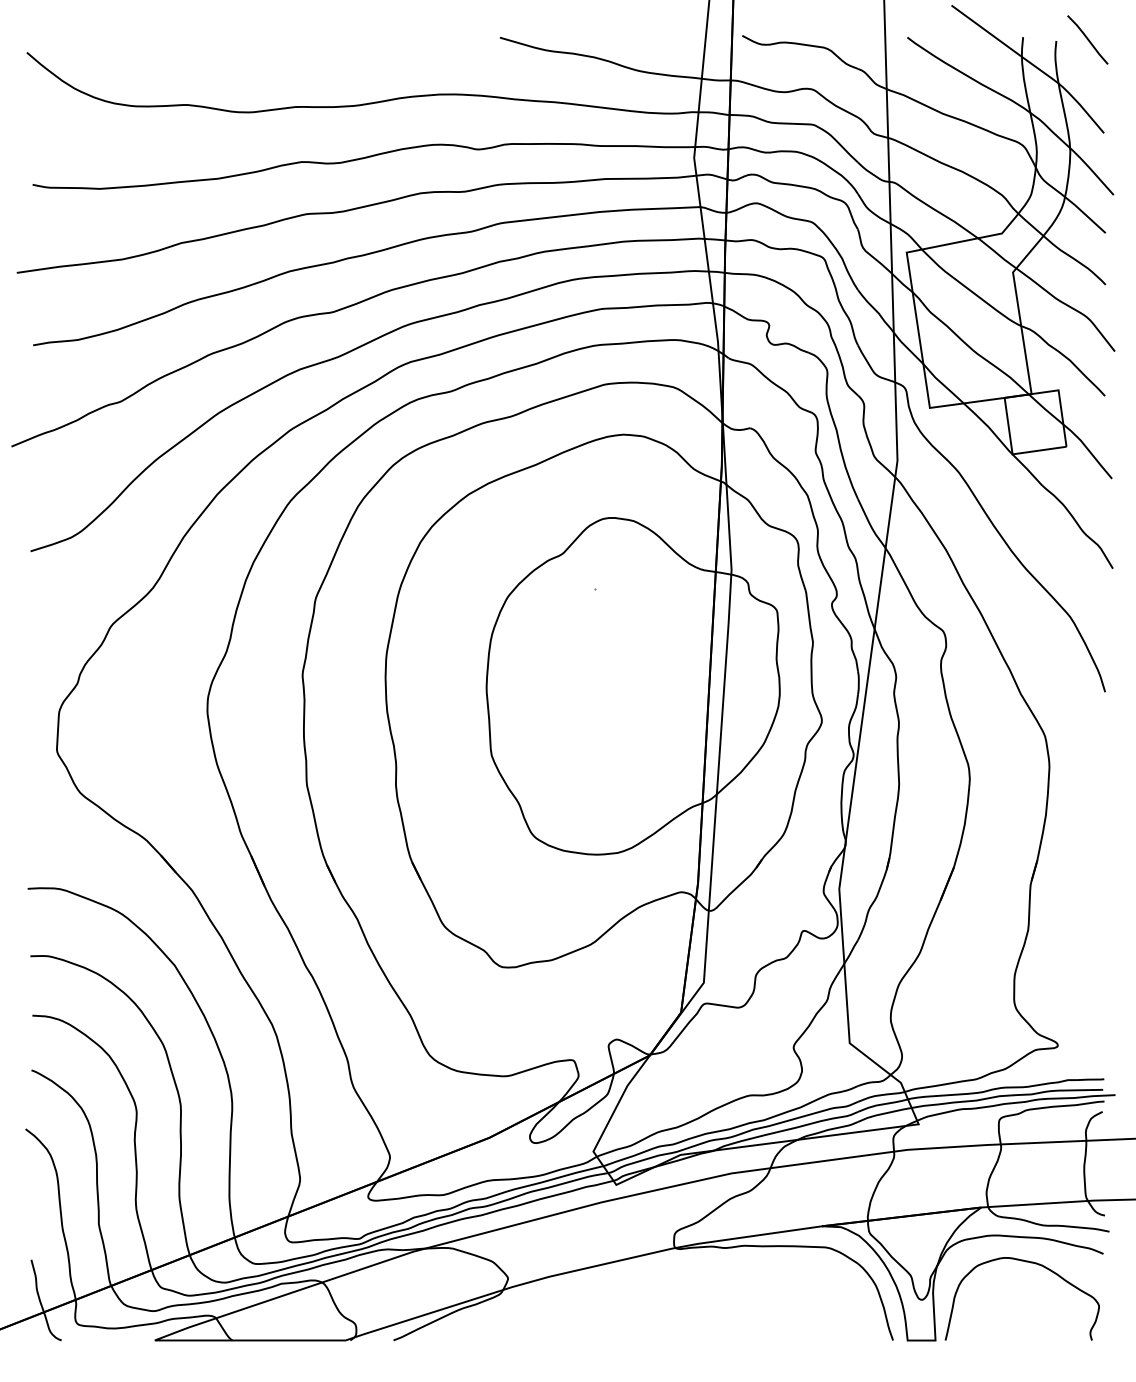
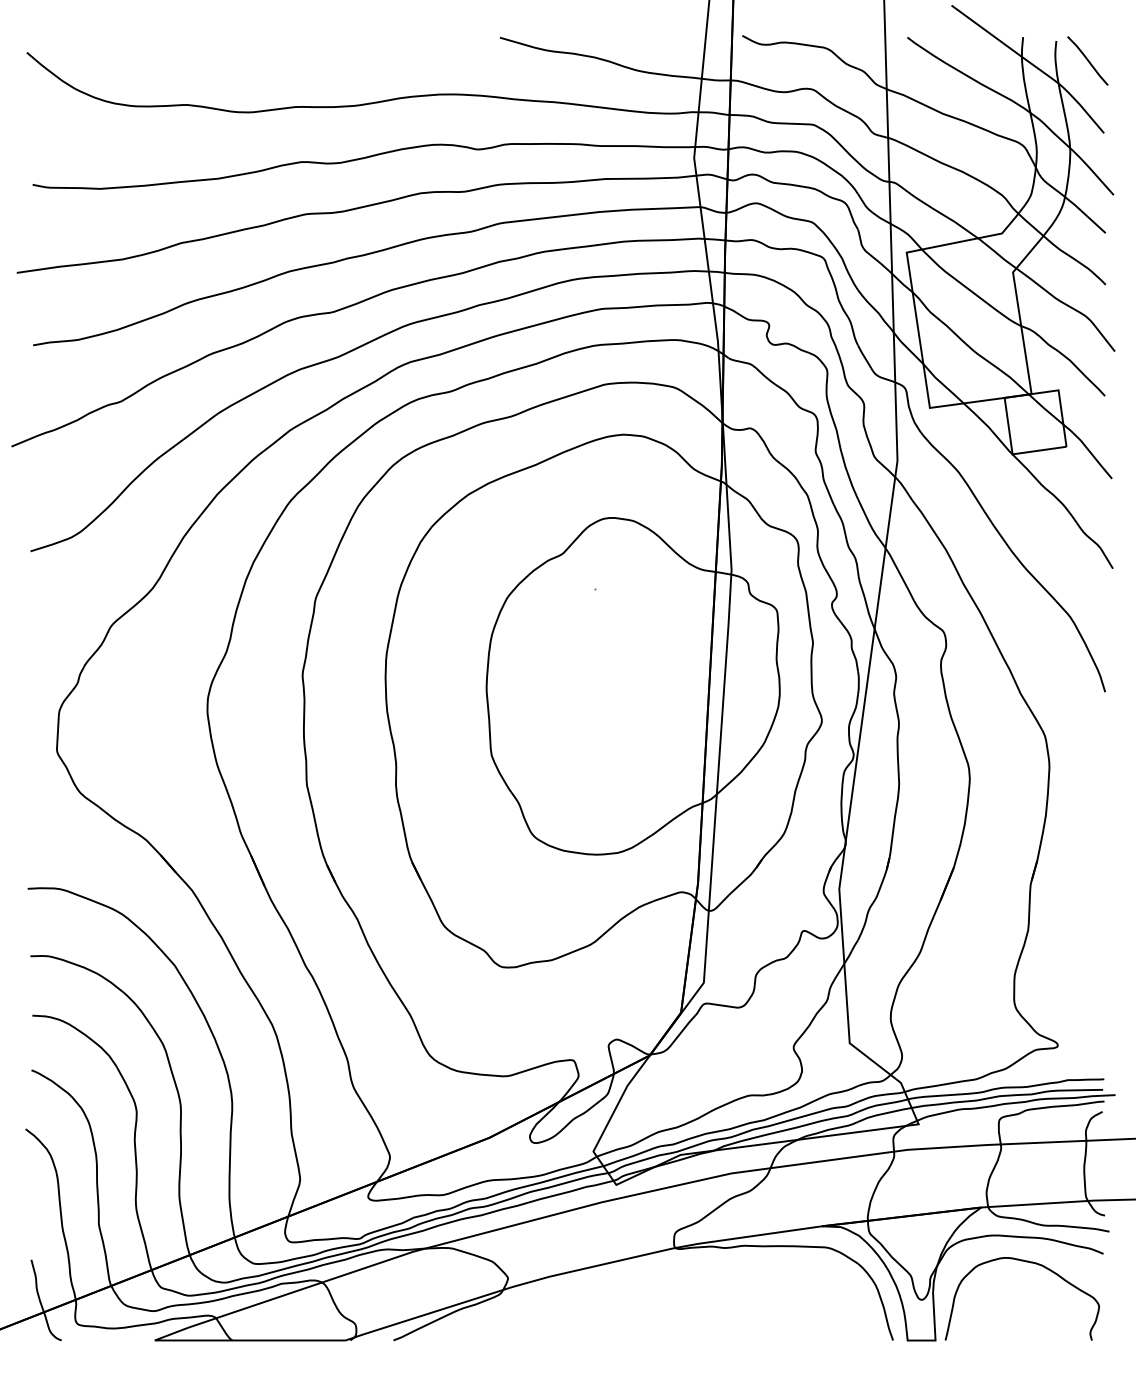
line at (1087, 39) position: (1087, 39) -> (1087, 60)
